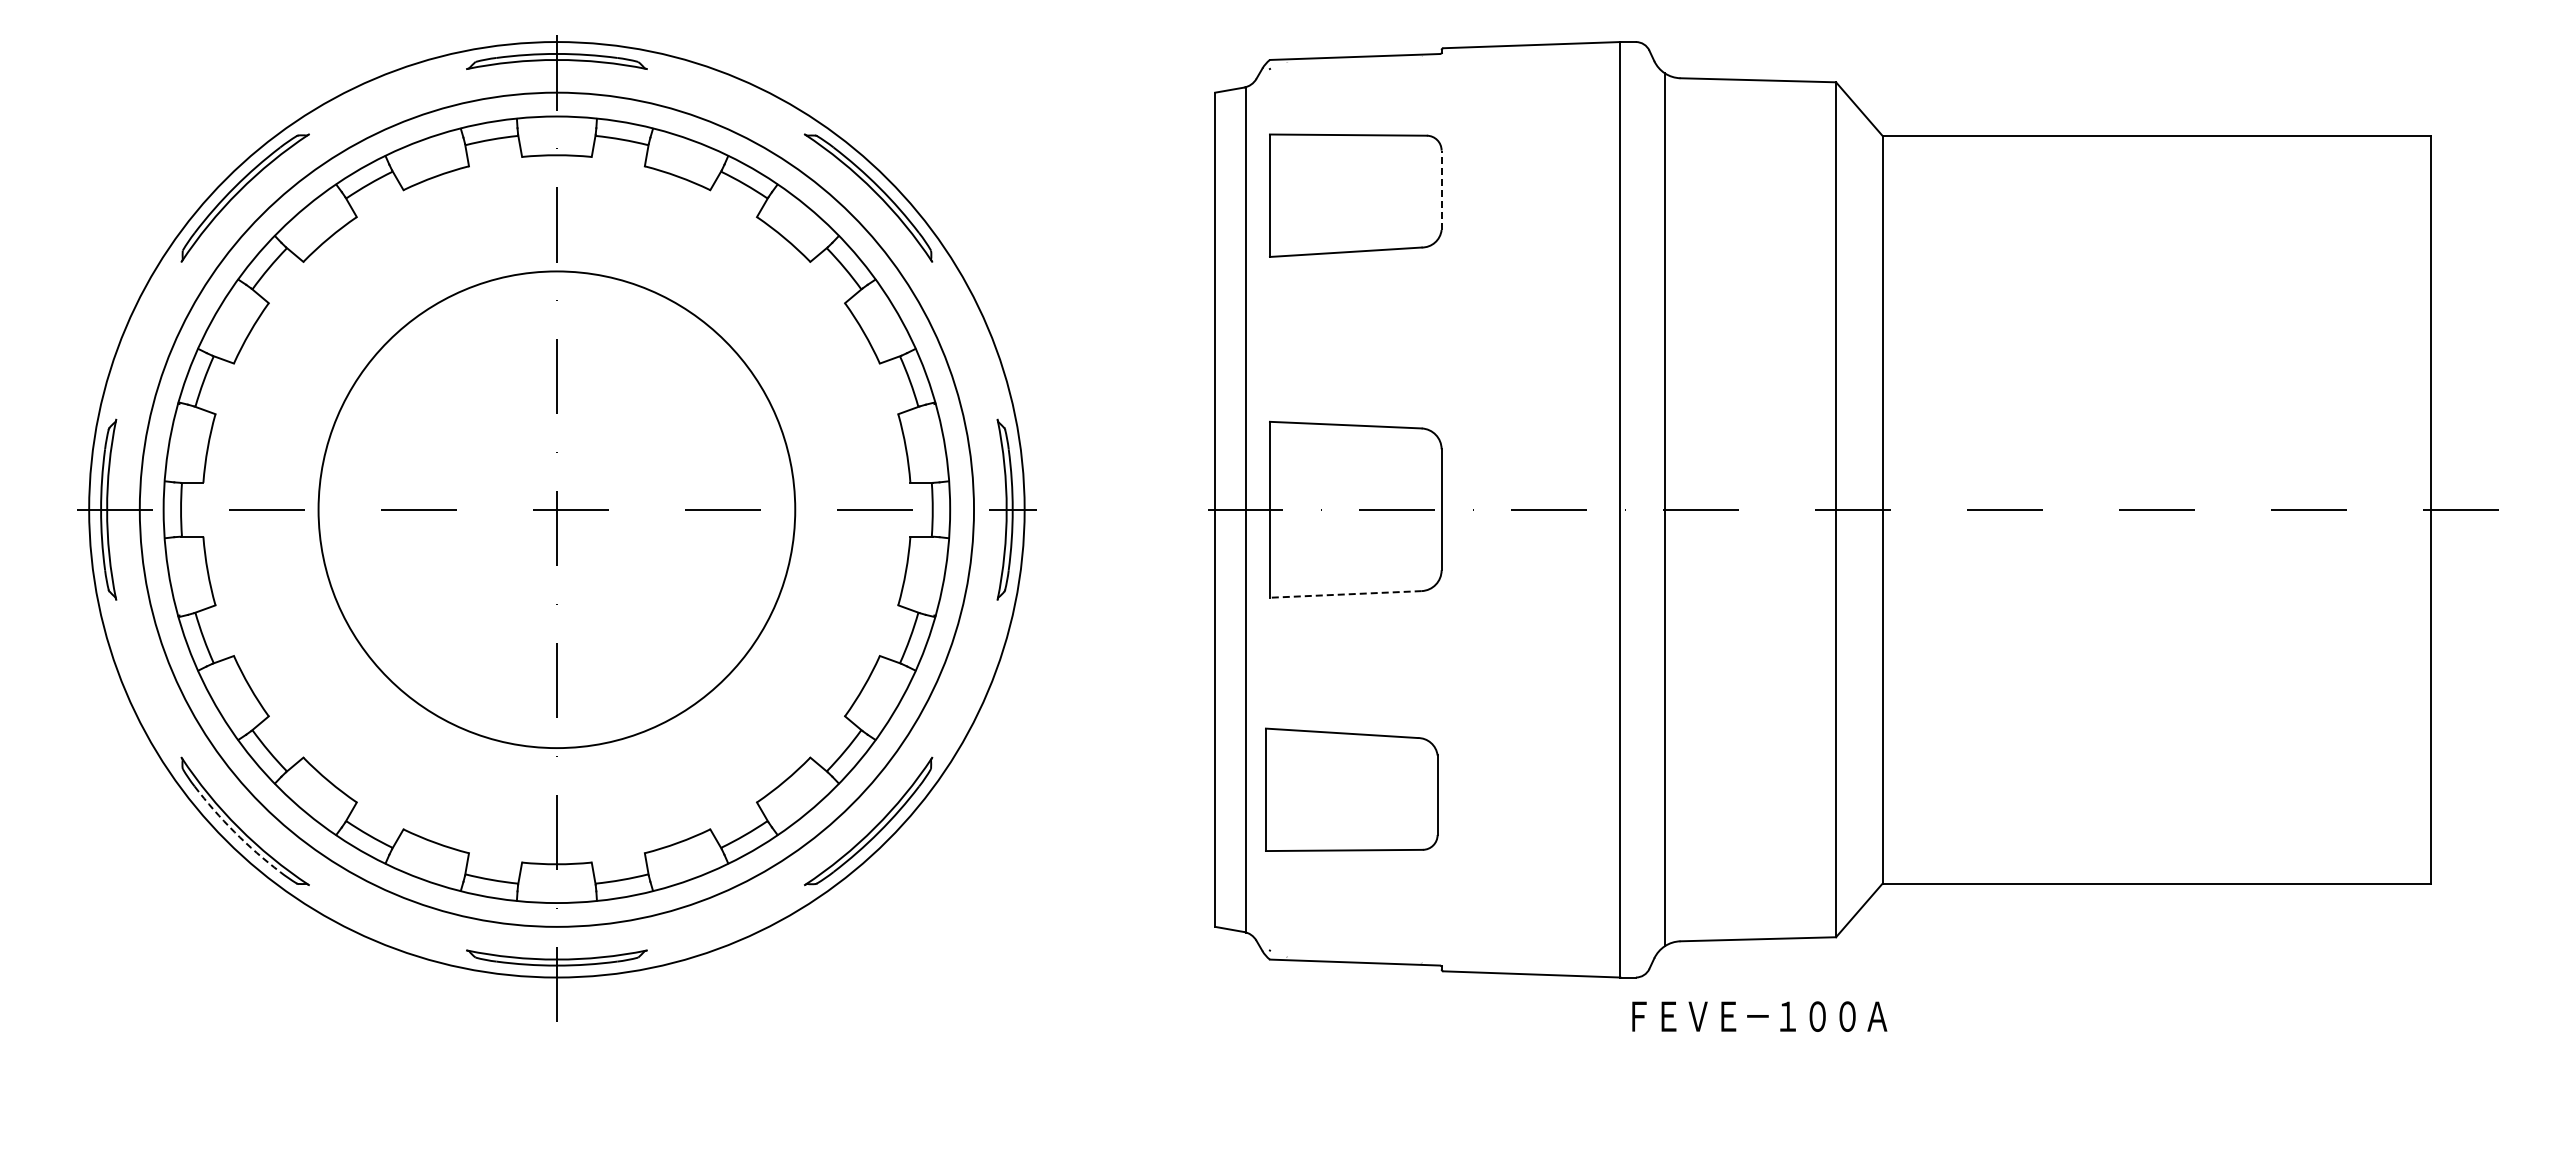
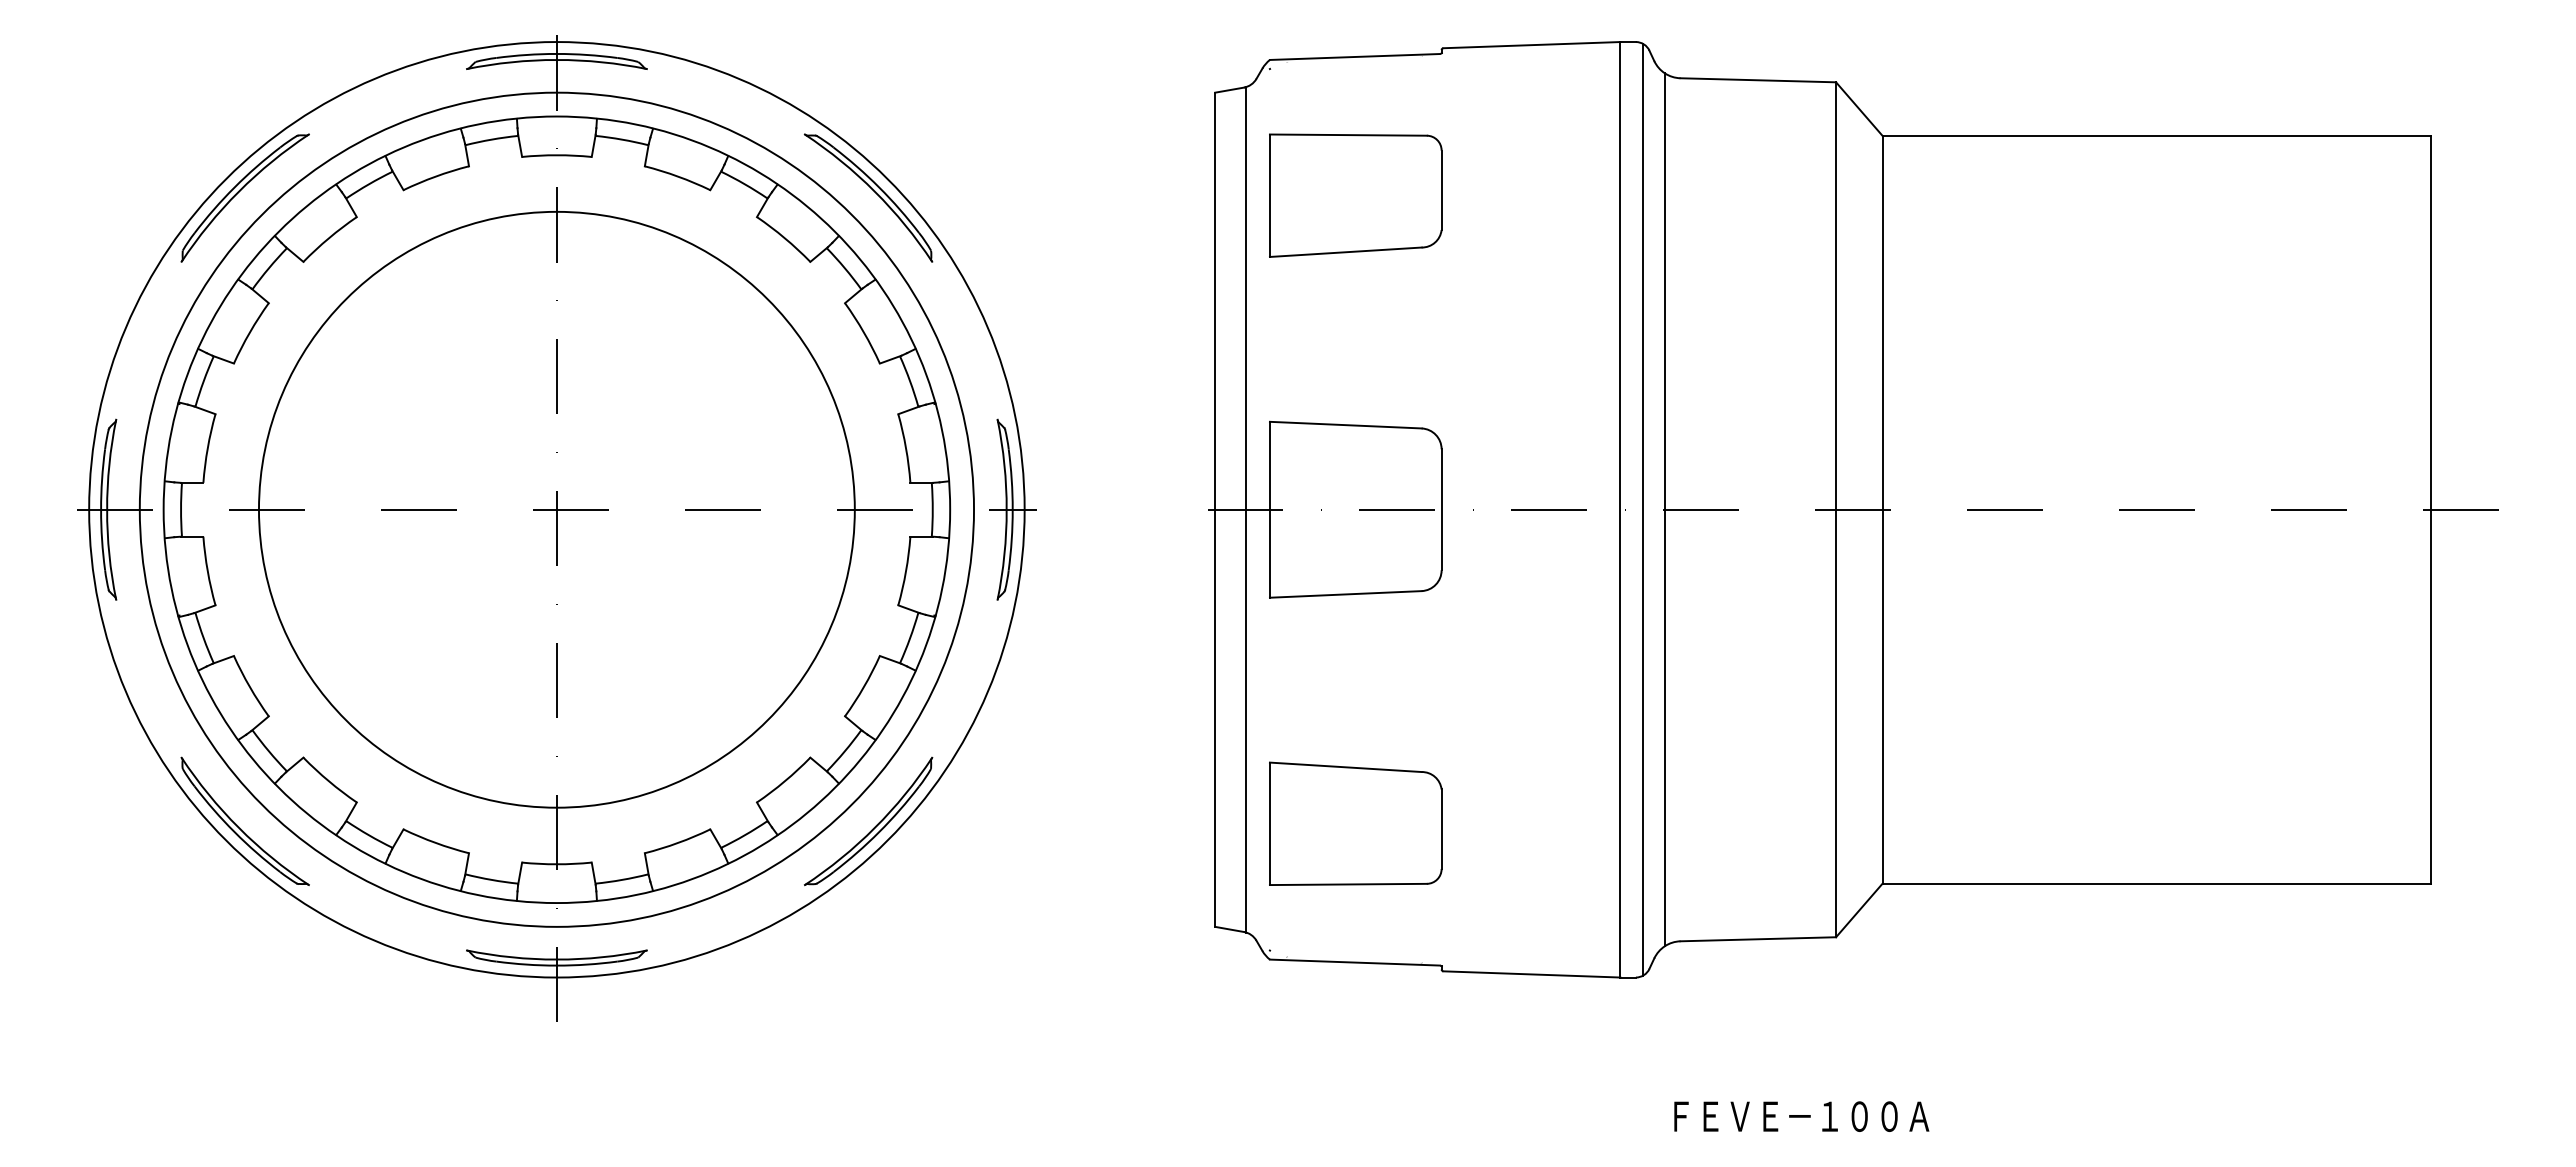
line at (1441, 190): dashed -> solid
circle at (556, 509) diameter: 477 px -> 596 px
line at (1642, 509): none -> present
line at (1345, 594): dashed -> solid
part at (1351, 789) position: (1351, 789) -> (1355, 823)
arc at (234, 832): dashed -> solid
text at (1759, 1016) position: (1759, 1016) -> (1801, 1116)
